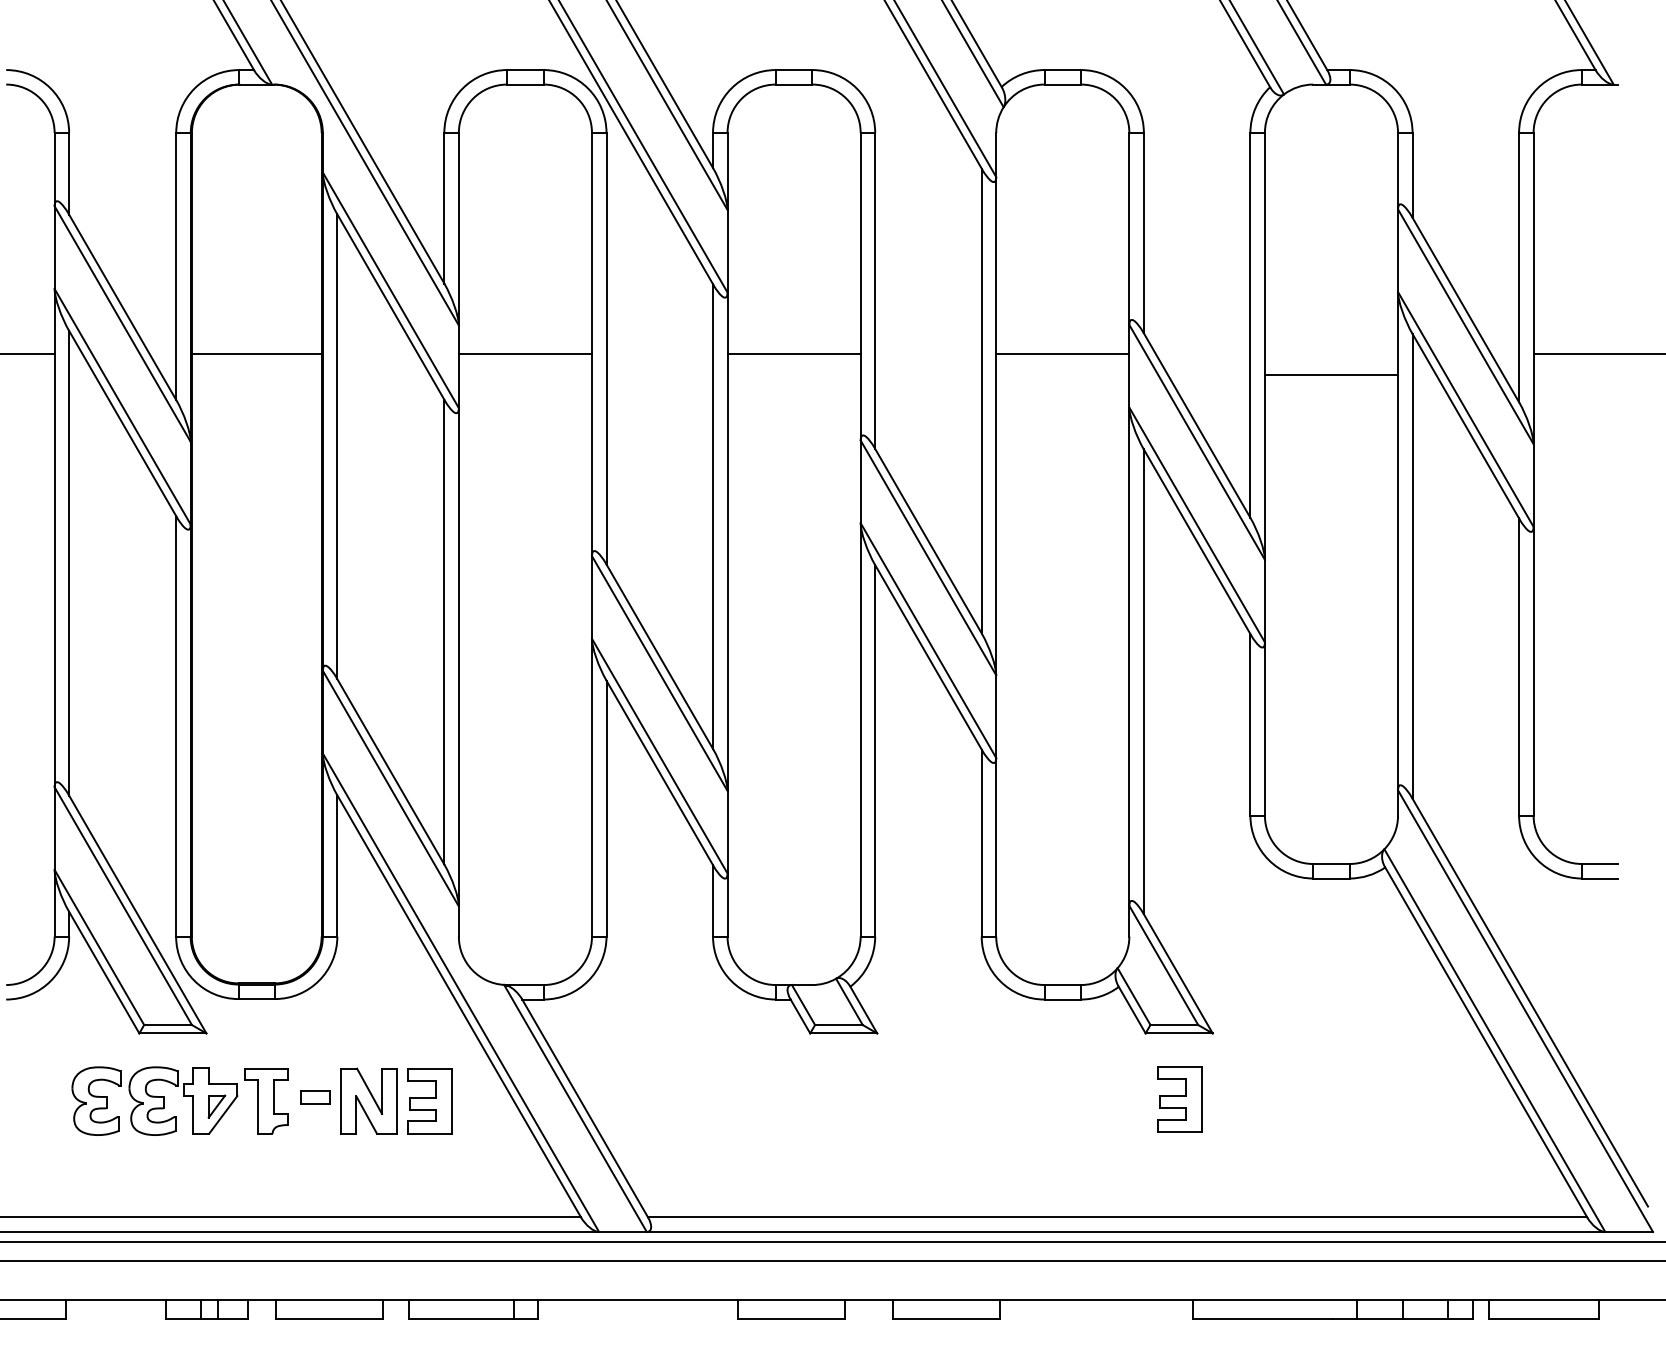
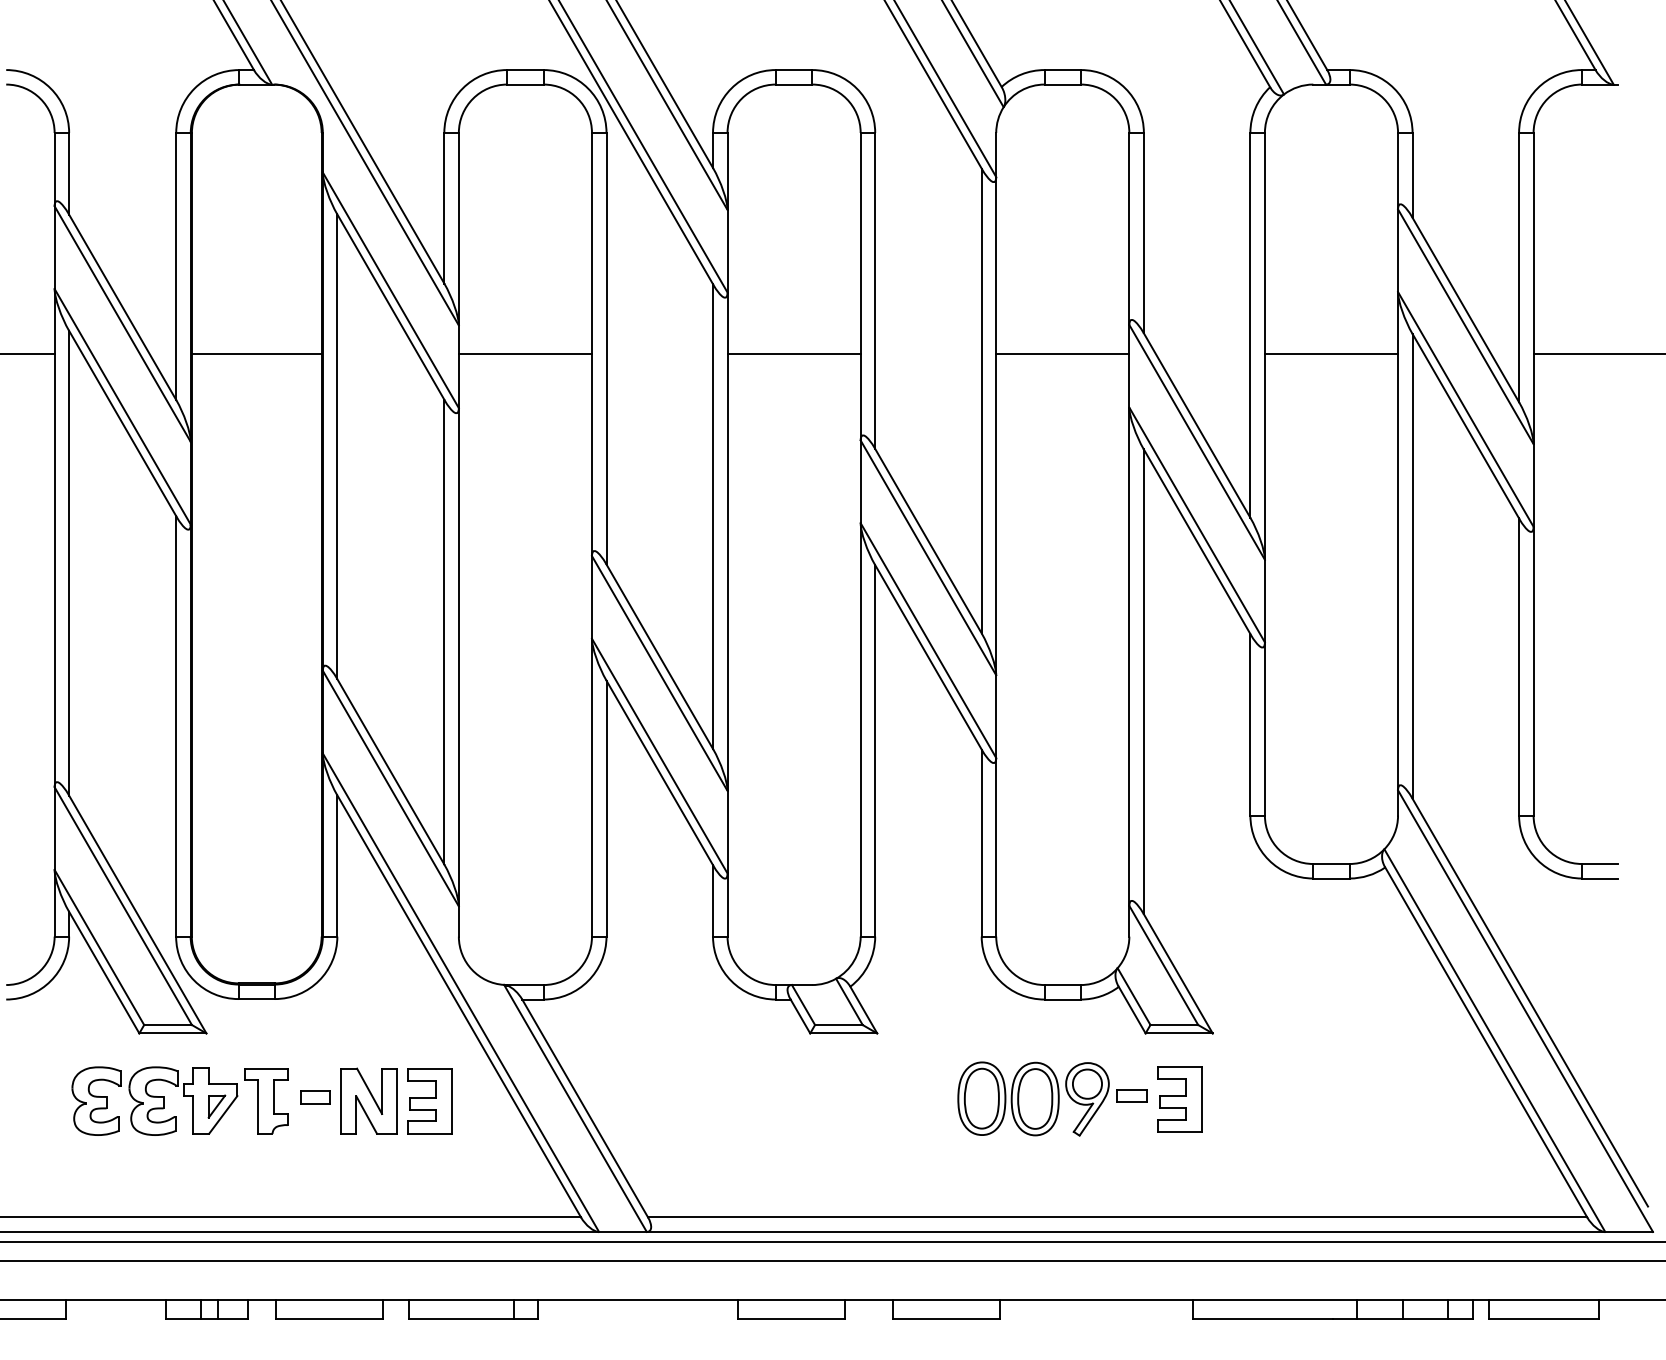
line at (1331, 375) position: (1331, 375) -> (1331, 354)
part at (1052, 1098): none -> present
